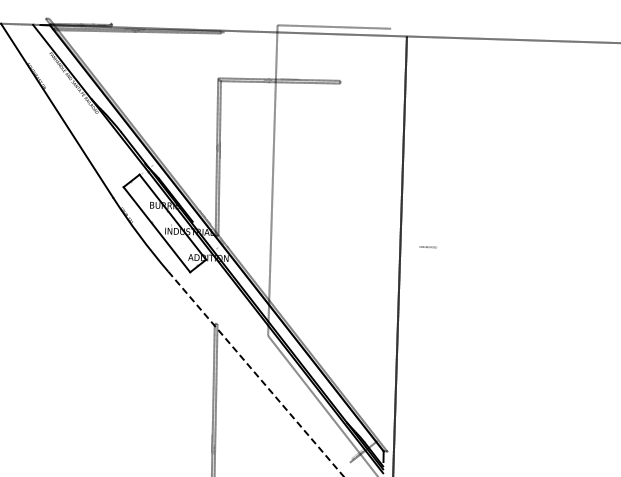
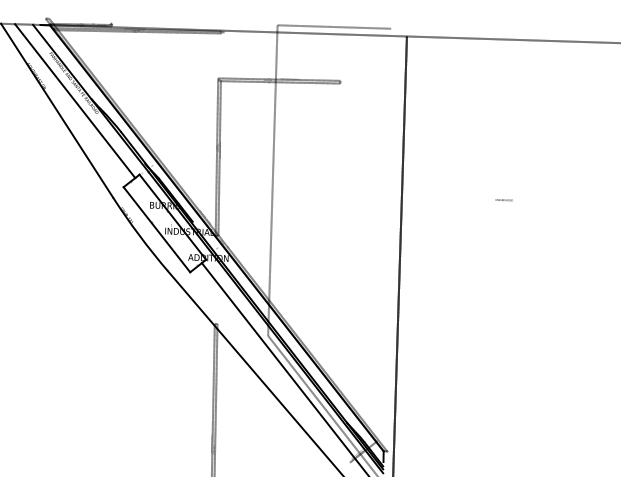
line at (75, 101): none -> present
text at (428, 247) position: (428, 247) -> (504, 200)
line at (283, 368): none -> present
line at (256, 374): dashed -> solid
